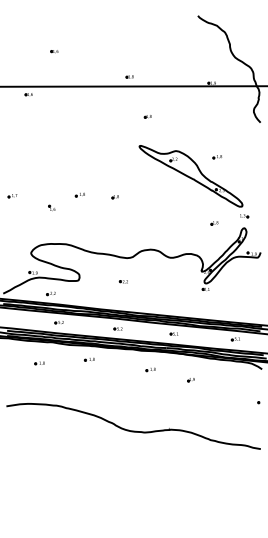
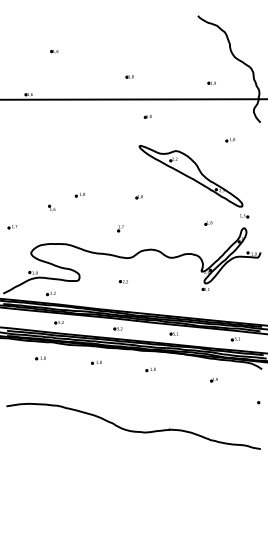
line at (133, 86) position: (133, 86) -> (133, 99)
part at (217, 157) position: (217, 157) -> (230, 140)
part at (12, 196) position: (12, 196) -> (12, 227)
part at (114, 197) position: (114, 197) -> (138, 197)
part at (214, 223) position: (214, 223) -> (208, 223)
part at (120, 228): none -> present
part at (88, 359) position: (88, 359) -> (95, 362)
part at (39, 363) position: (39, 363) -> (40, 358)
part at (190, 380) position: (190, 380) -> (213, 380)
